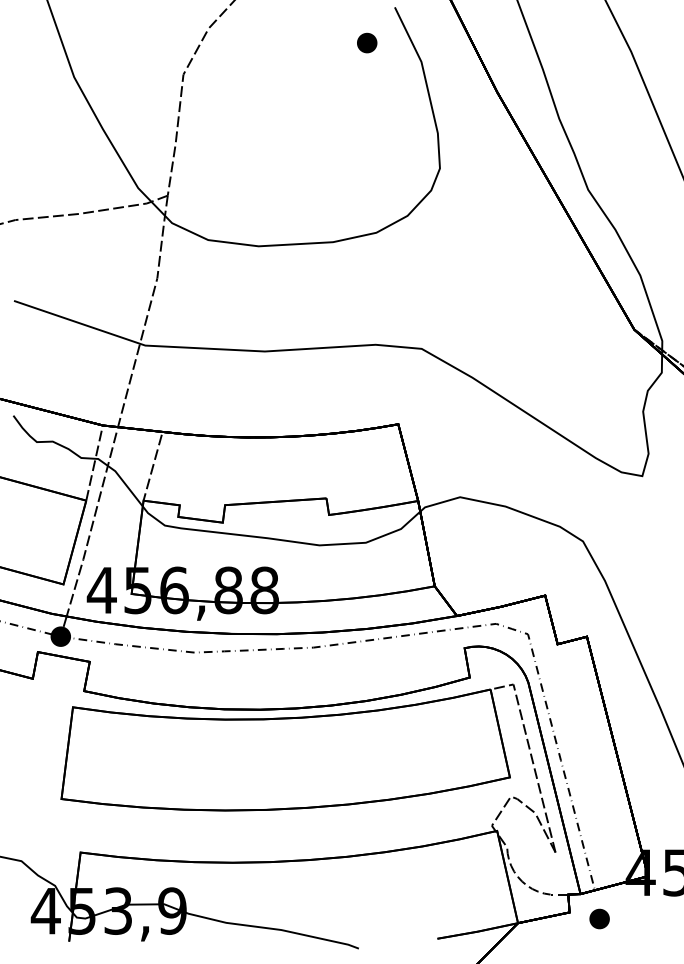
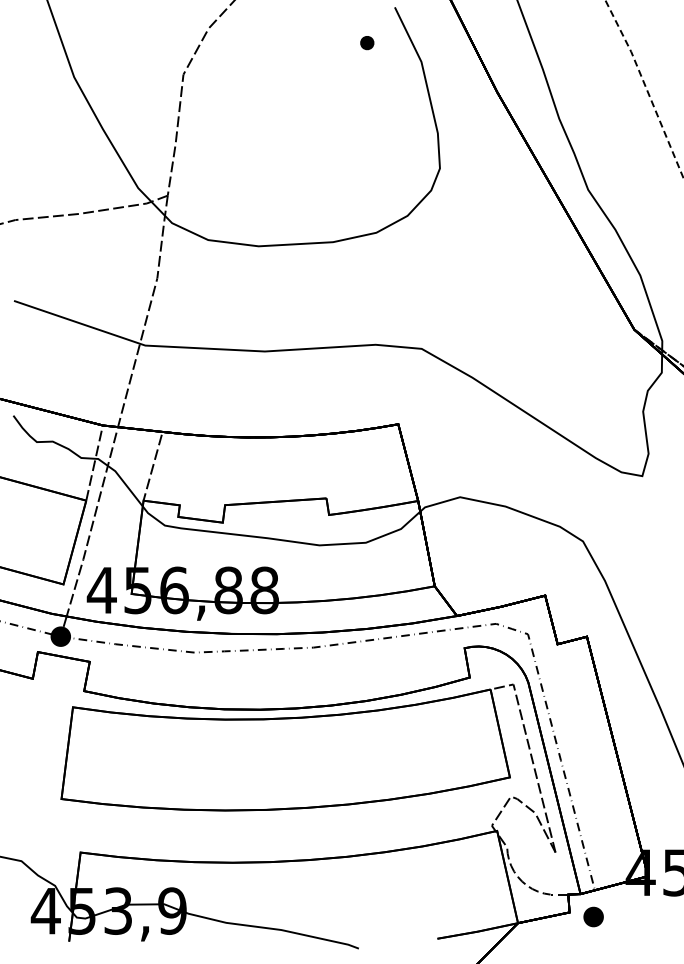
part at (367, 42) size: 21x22 px -> 15x15 px
line at (646, 87): solid -> dashed
part at (599, 918) position: (599, 918) -> (593, 916)
